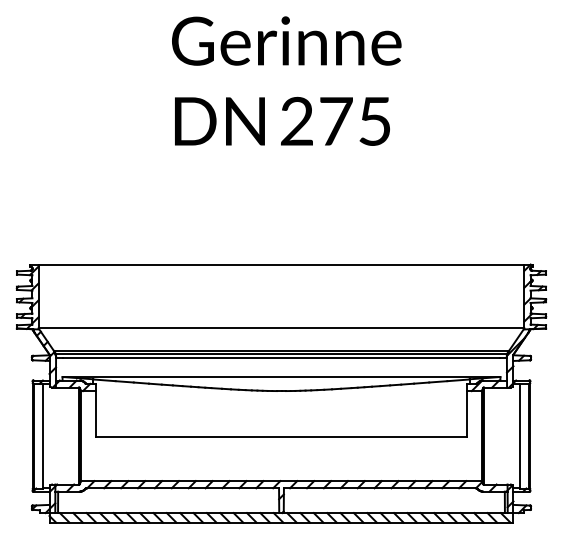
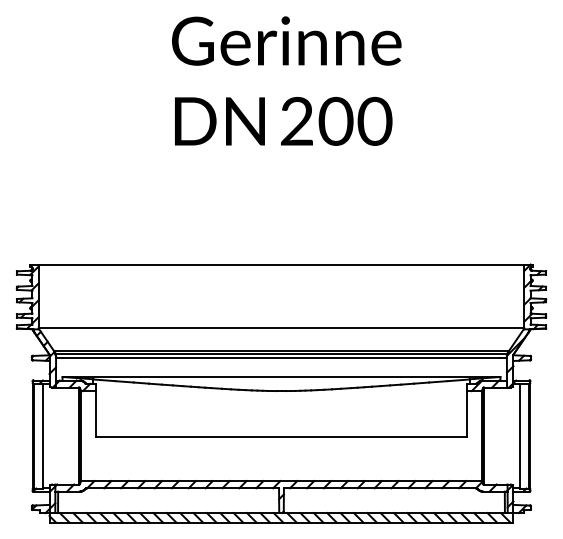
text at (355, 120): 275 -> 200
